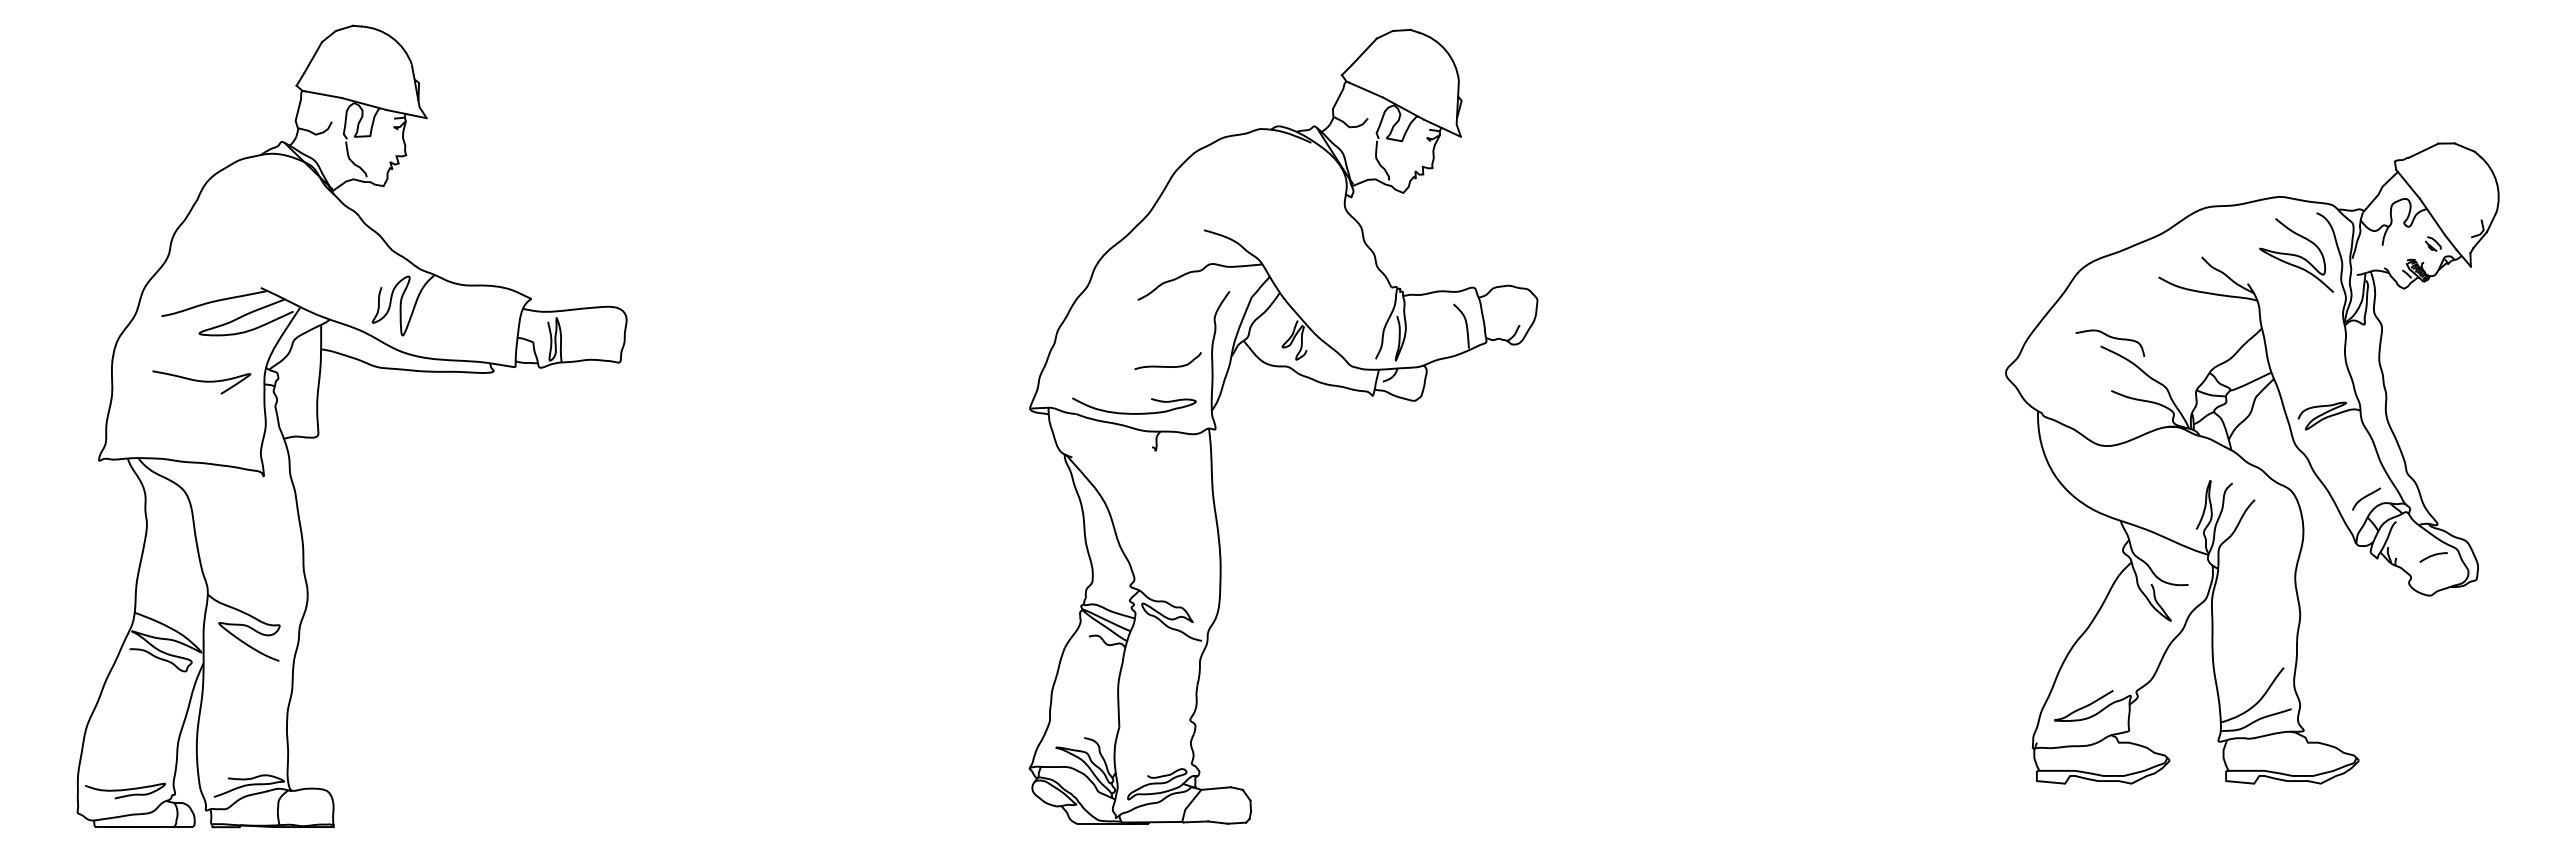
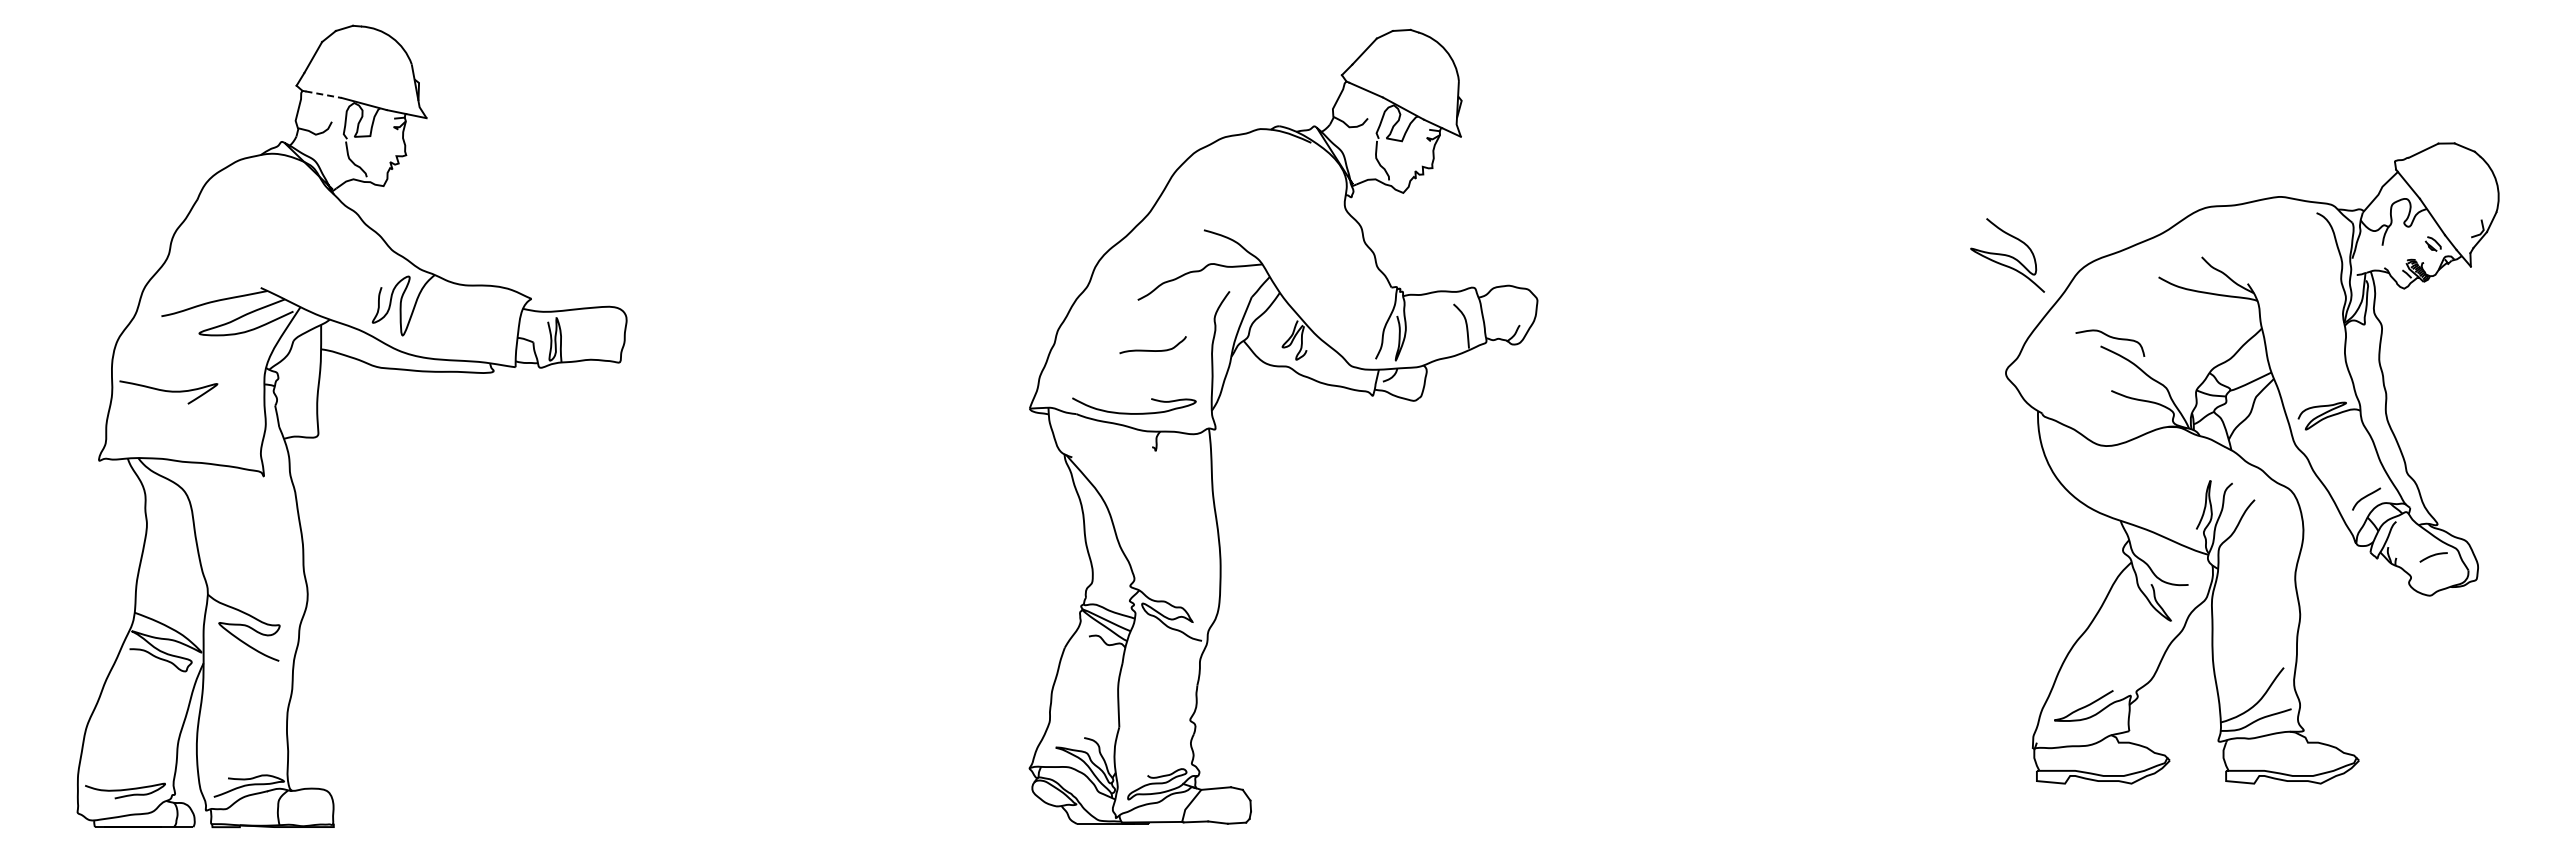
line at (324, 94): solid -> dashed
curve at (2296, 255) position: (2296, 255) -> (2007, 255)
curve at (1167, 366) position: (1167, 366) -> (1152, 350)
curve at (201, 382) position: (201, 382) -> (168, 392)
